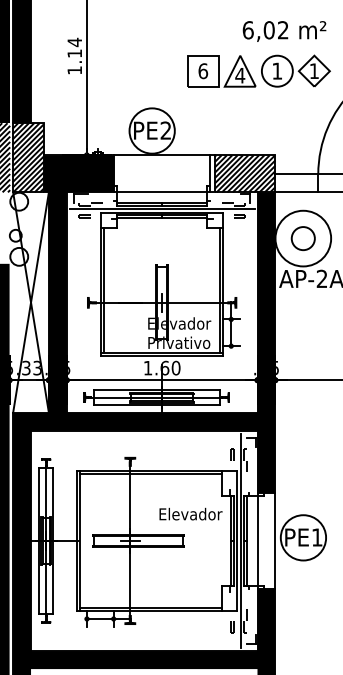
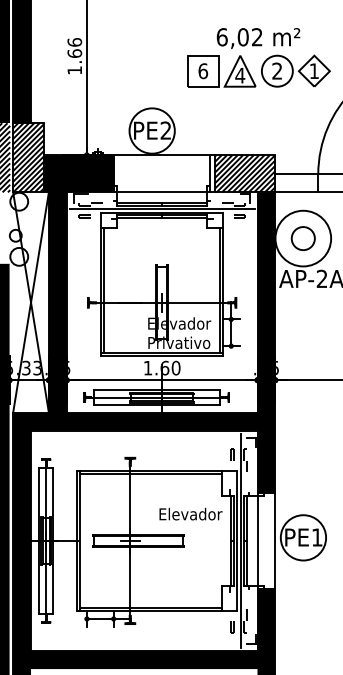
text at (284, 31) position: (284, 31) -> (258, 38)
text at (74, 47): 1.14 -> 1.66
text at (276, 70): 1 -> 2
